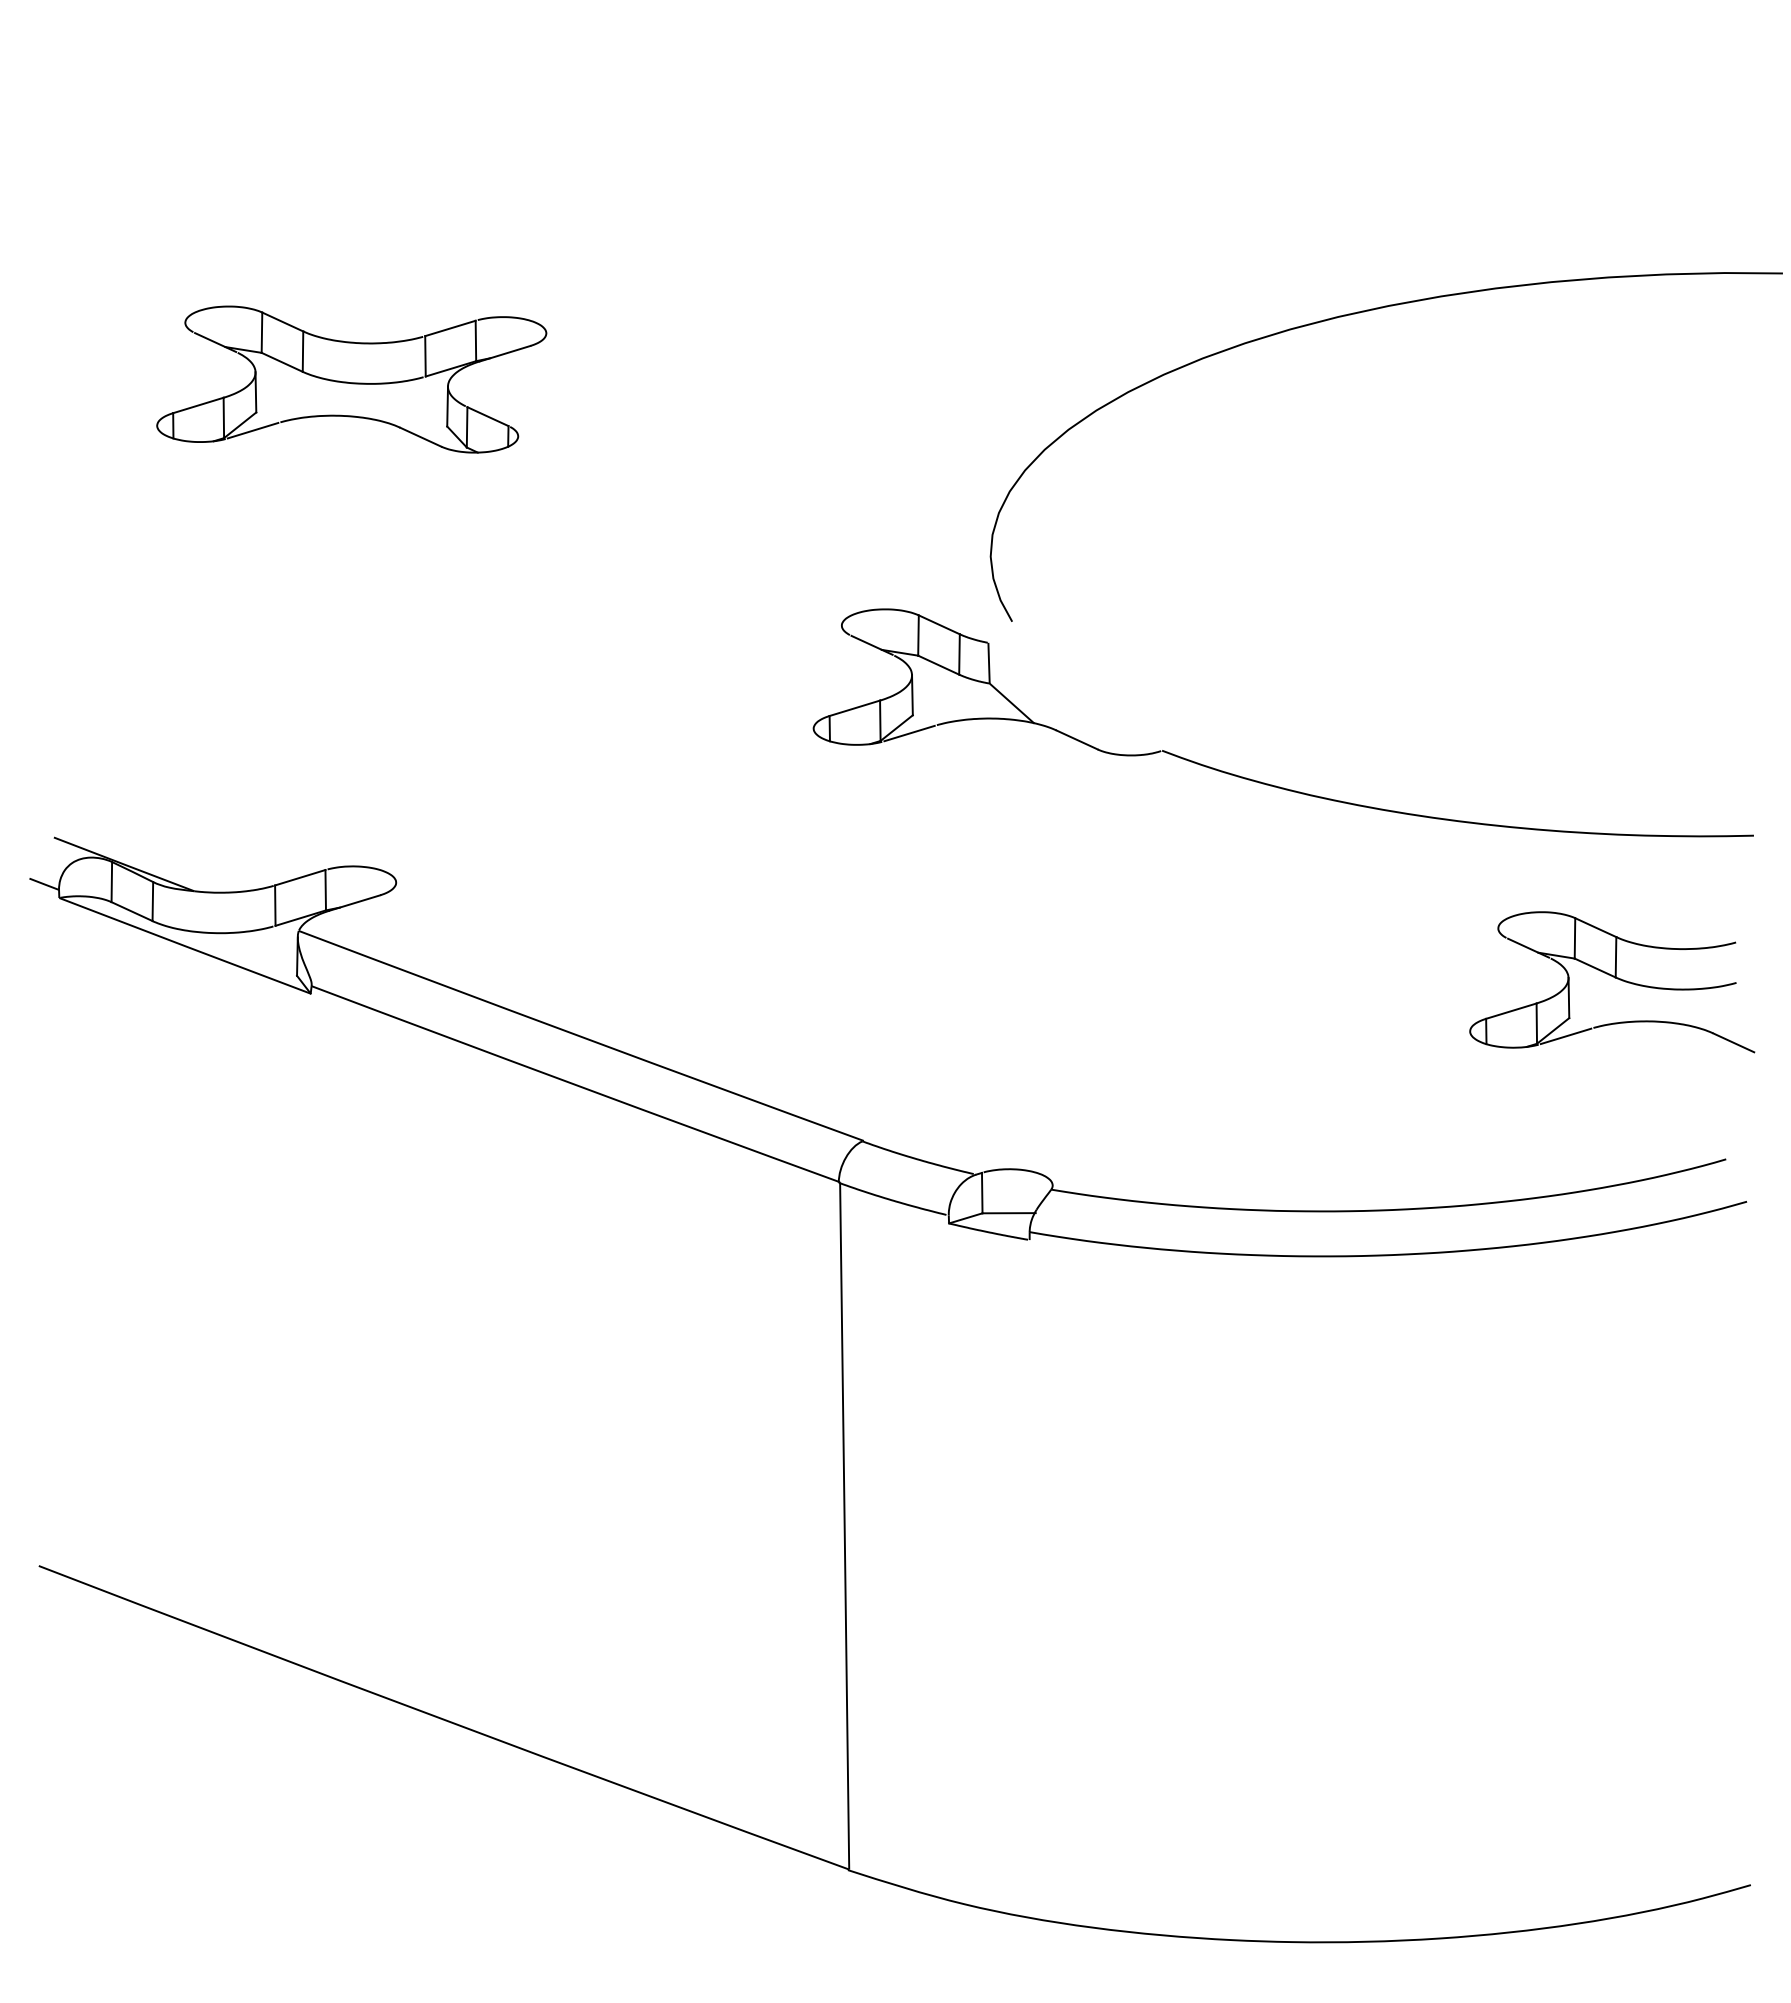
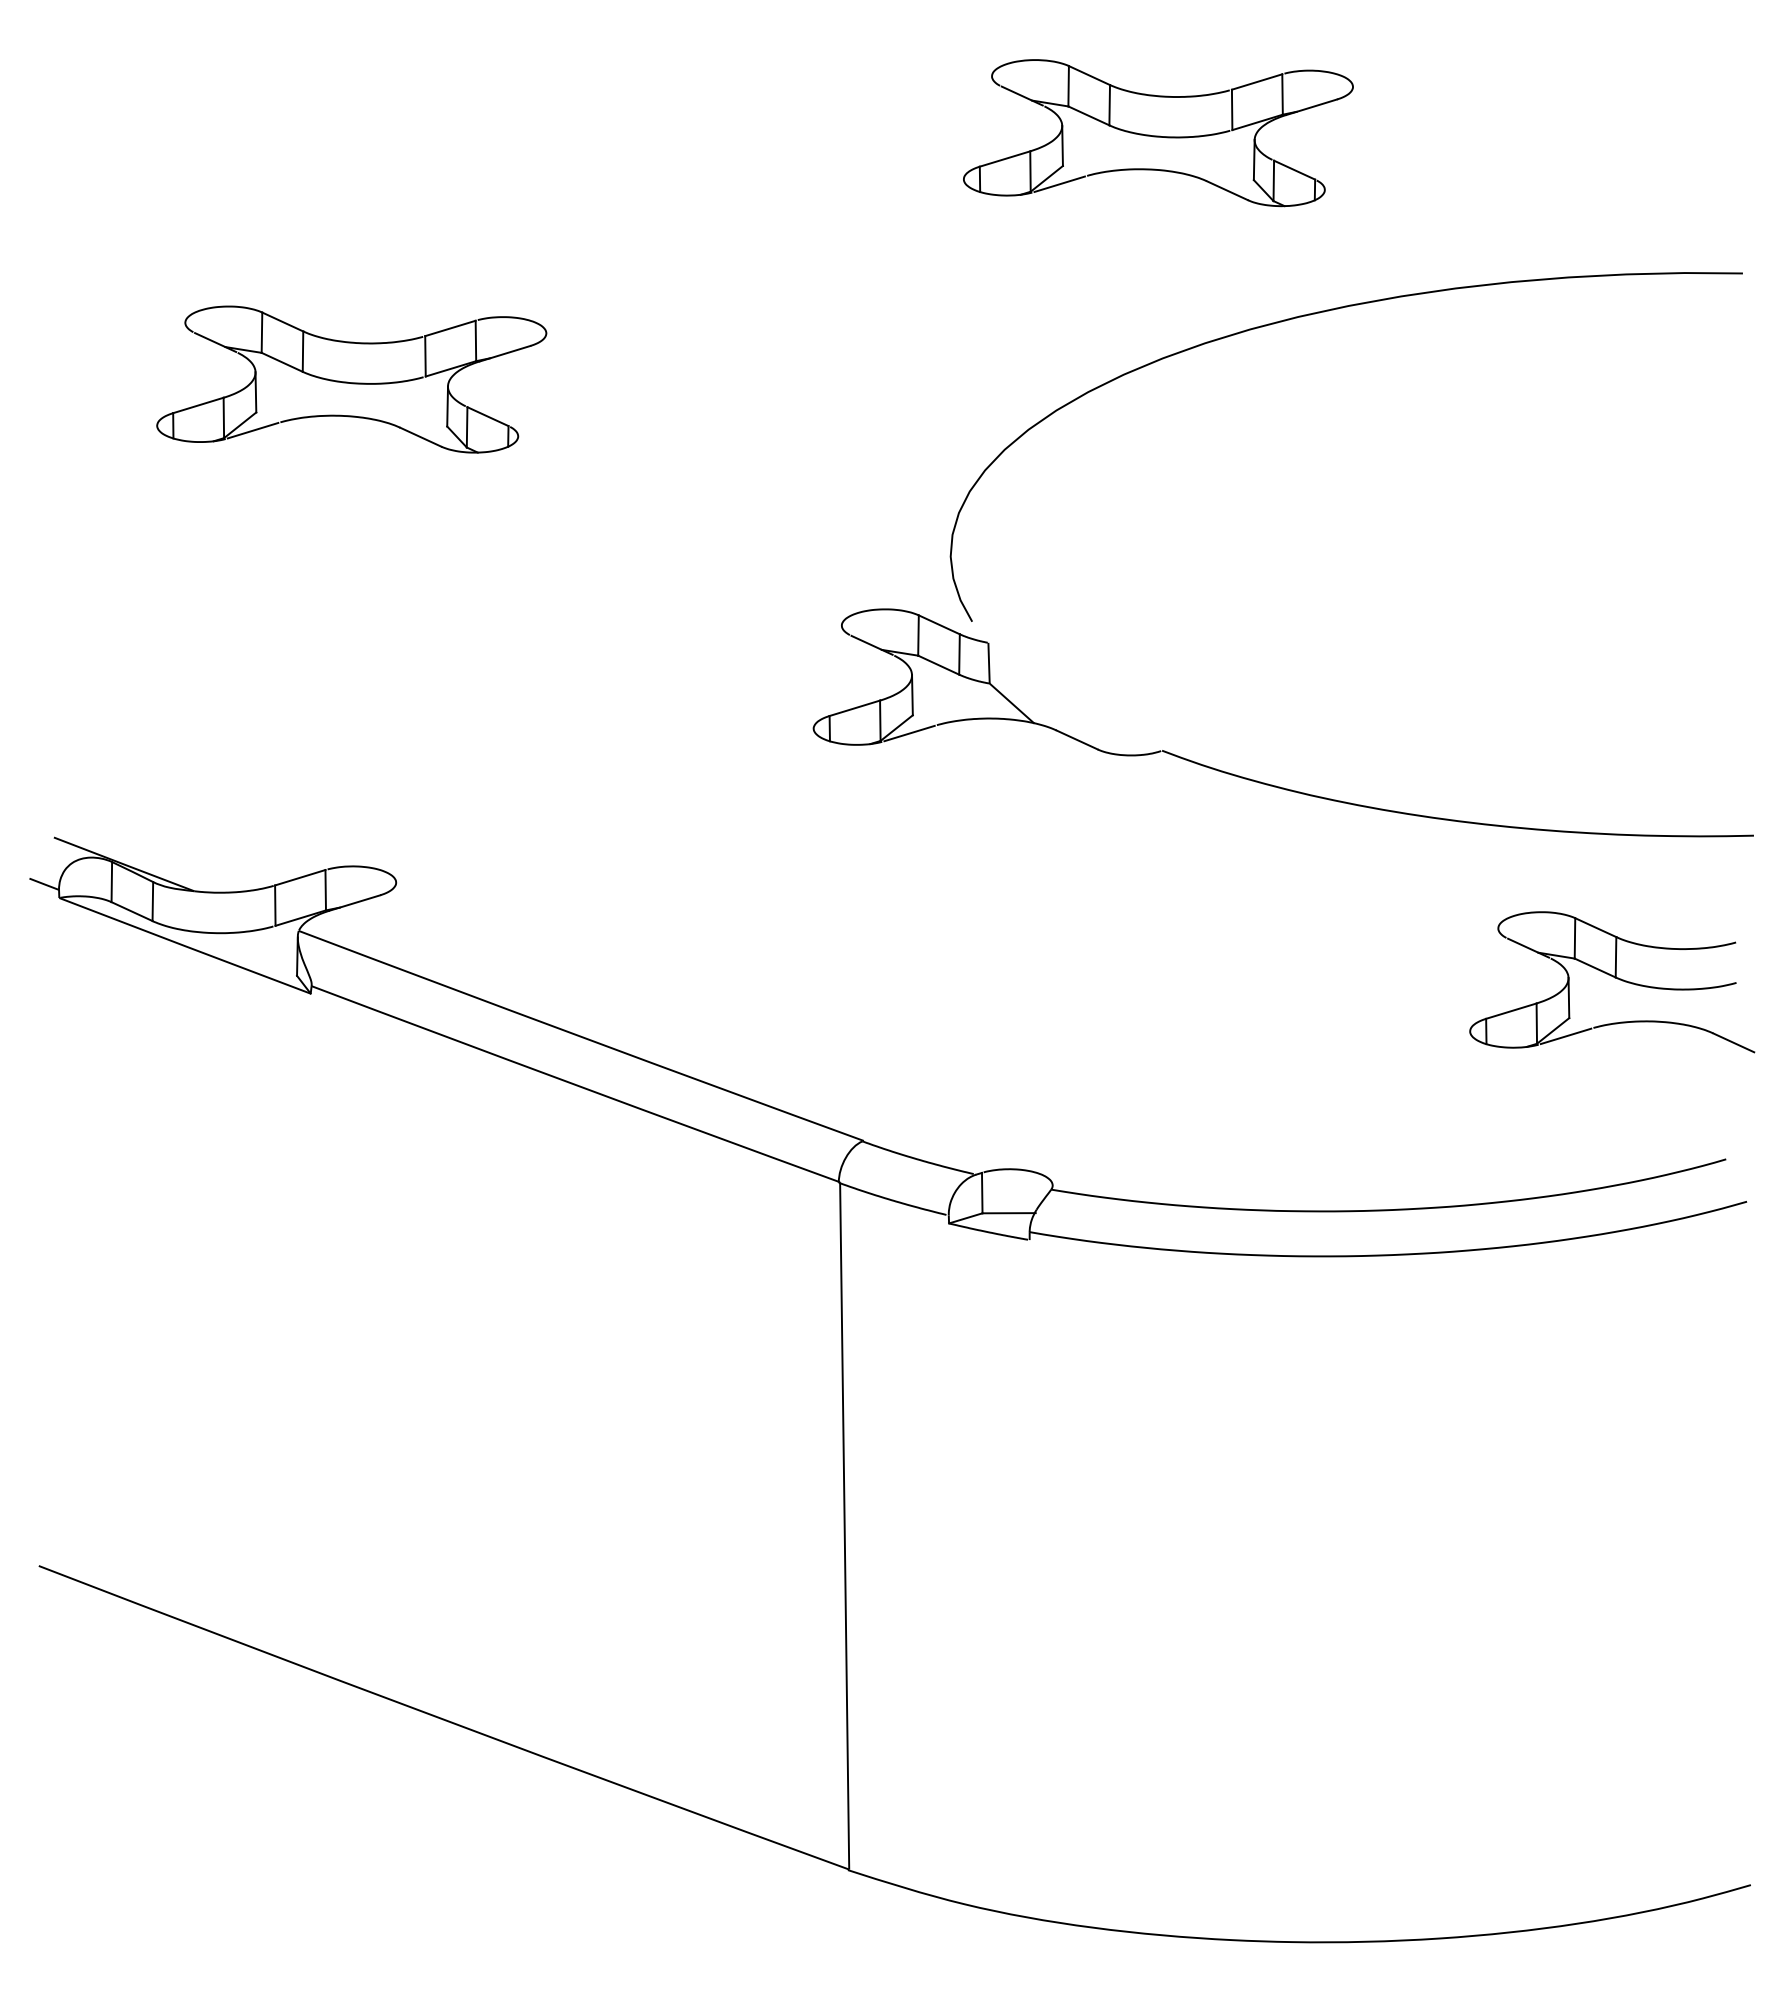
part at (1158, 133): none -> present
curve at (1355, 314) position: (1355, 314) -> (1315, 314)
